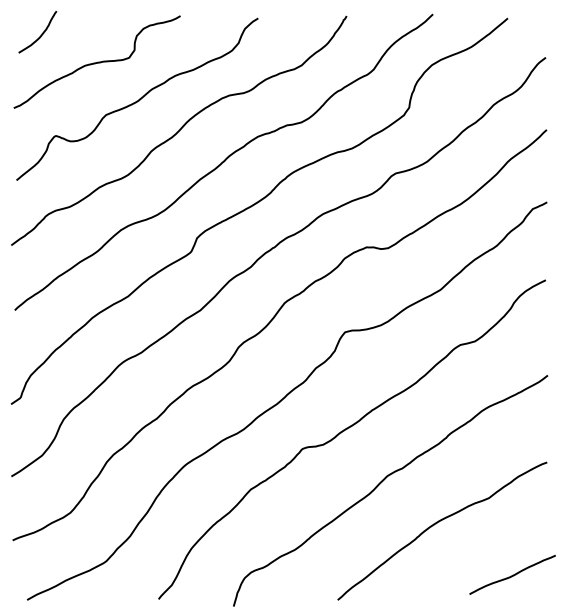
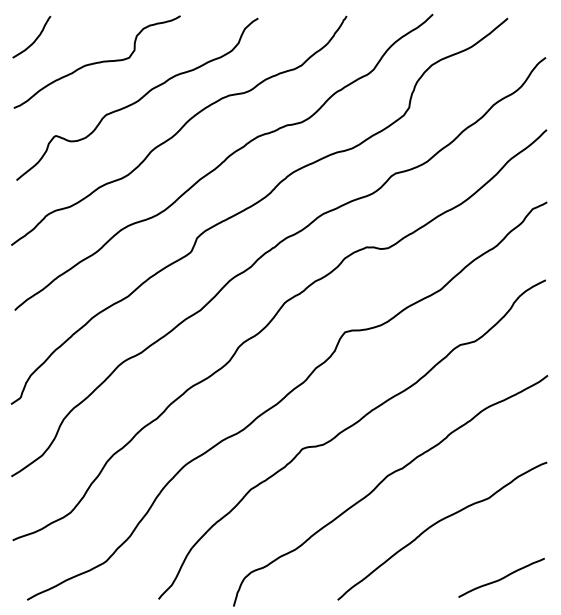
curve at (41, 33) position: (41, 33) -> (35, 38)
curve at (513, 574) position: (513, 574) -> (502, 577)
